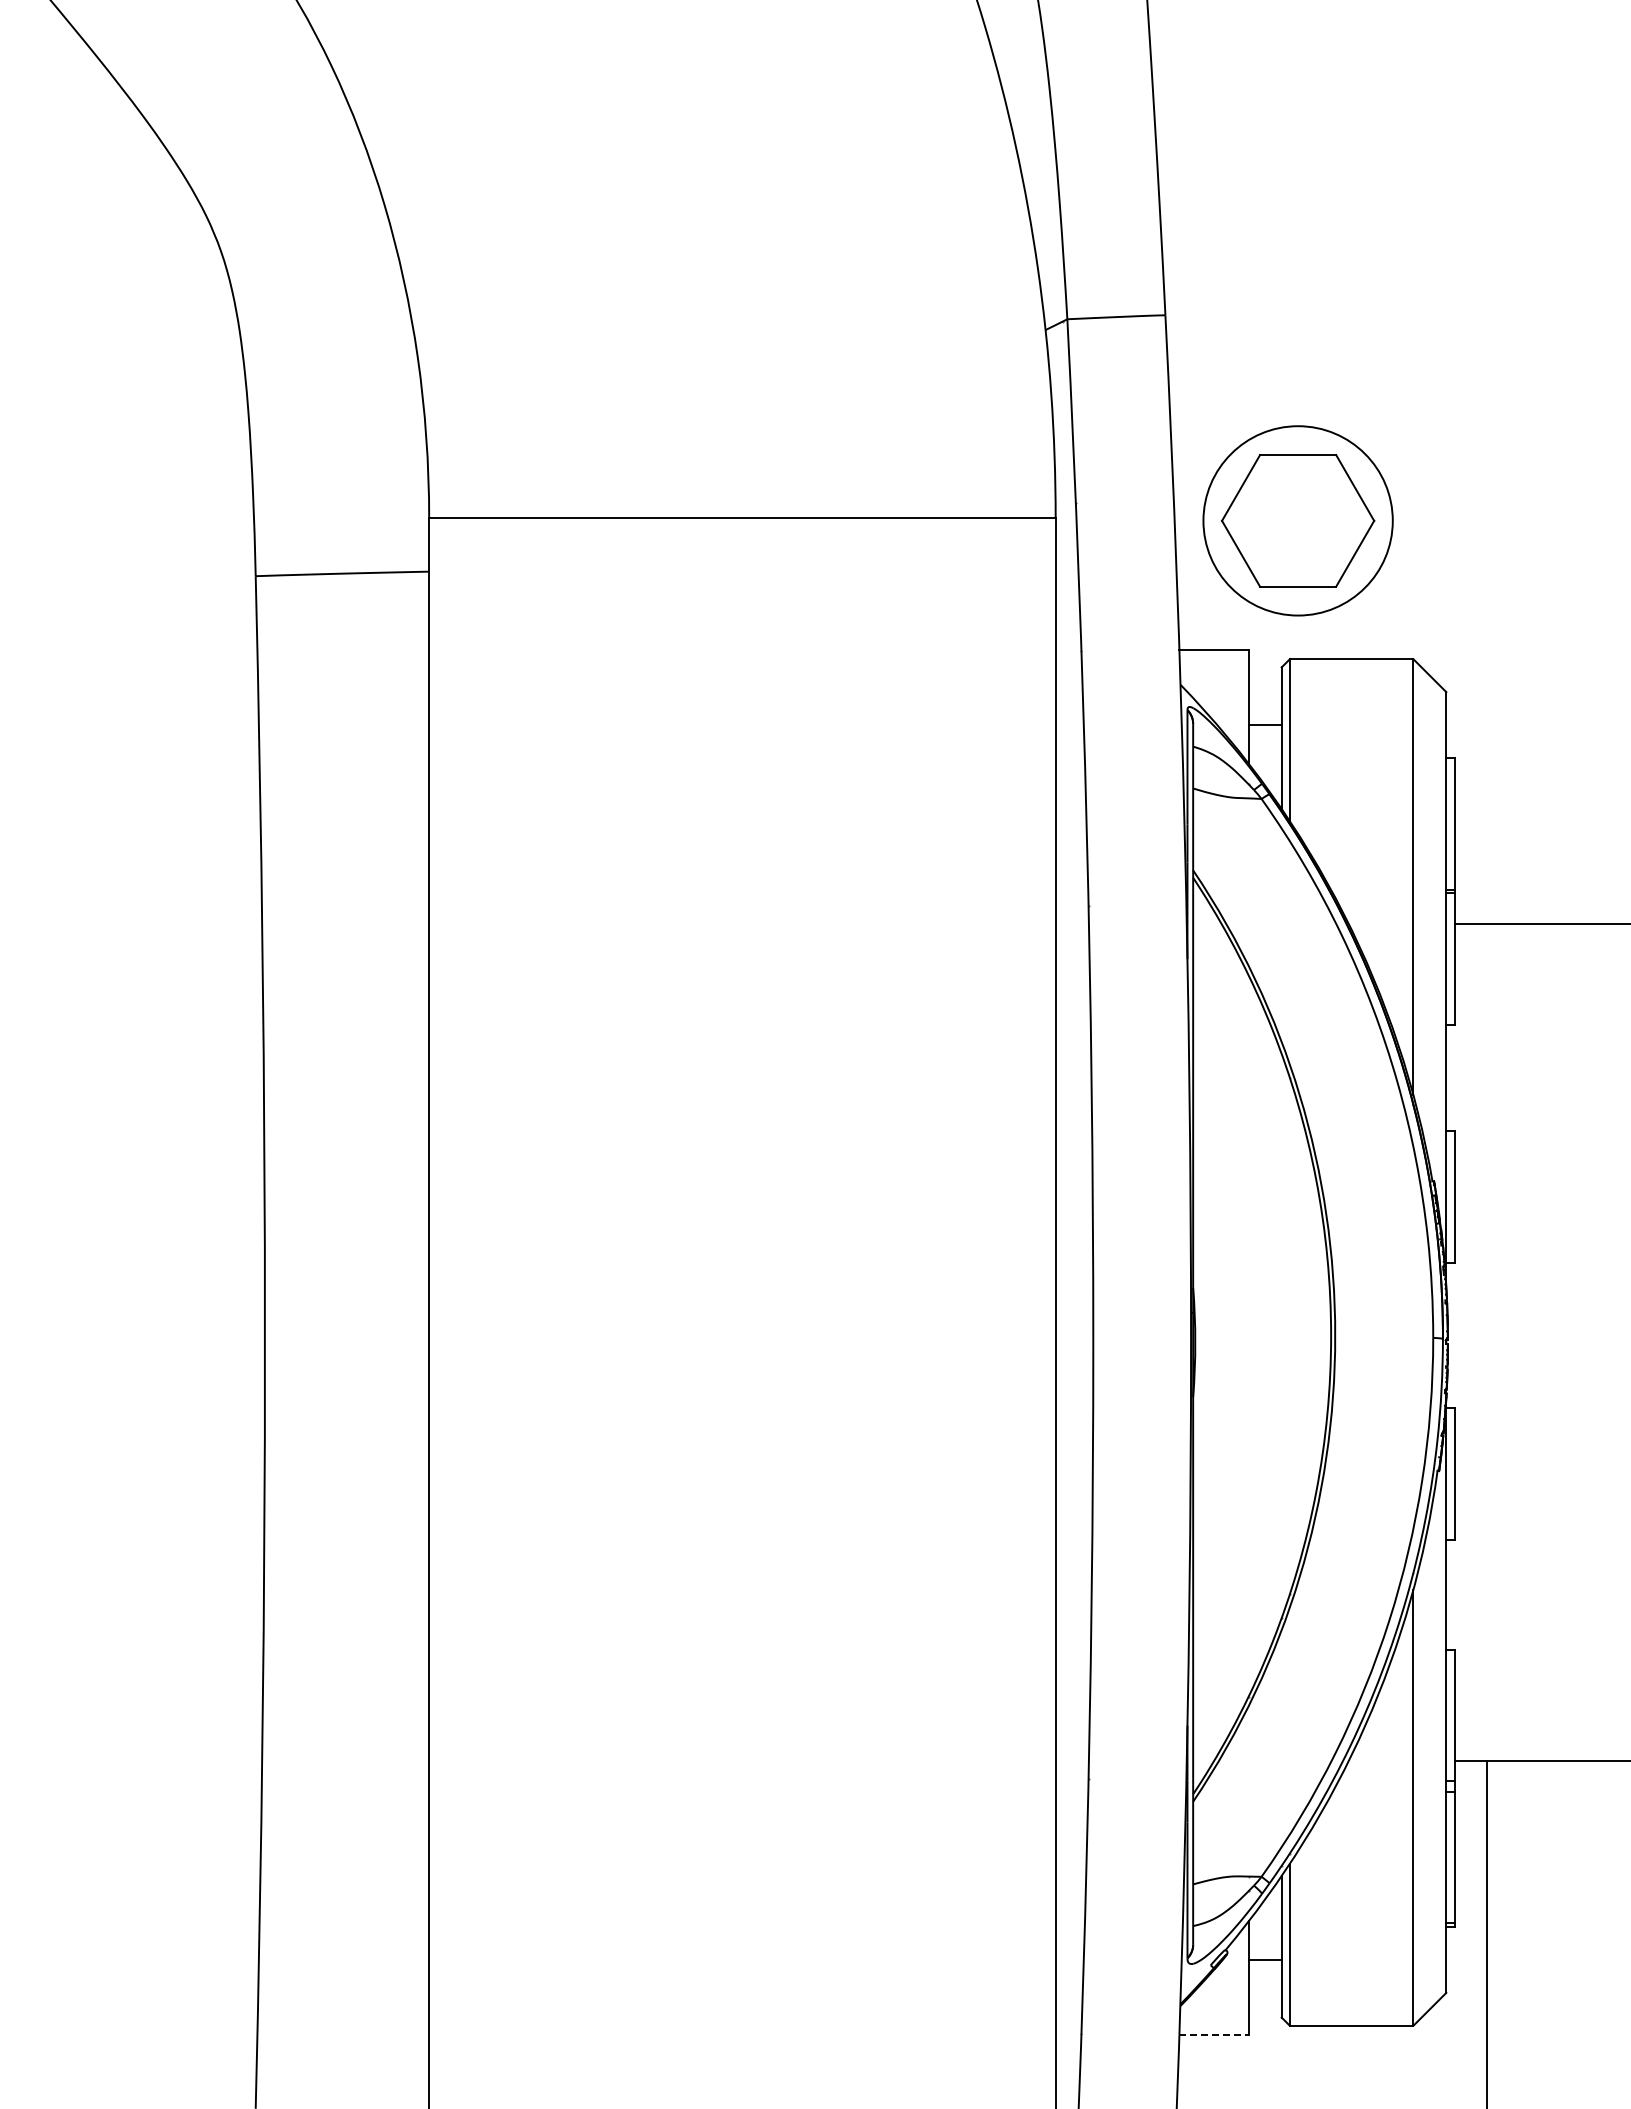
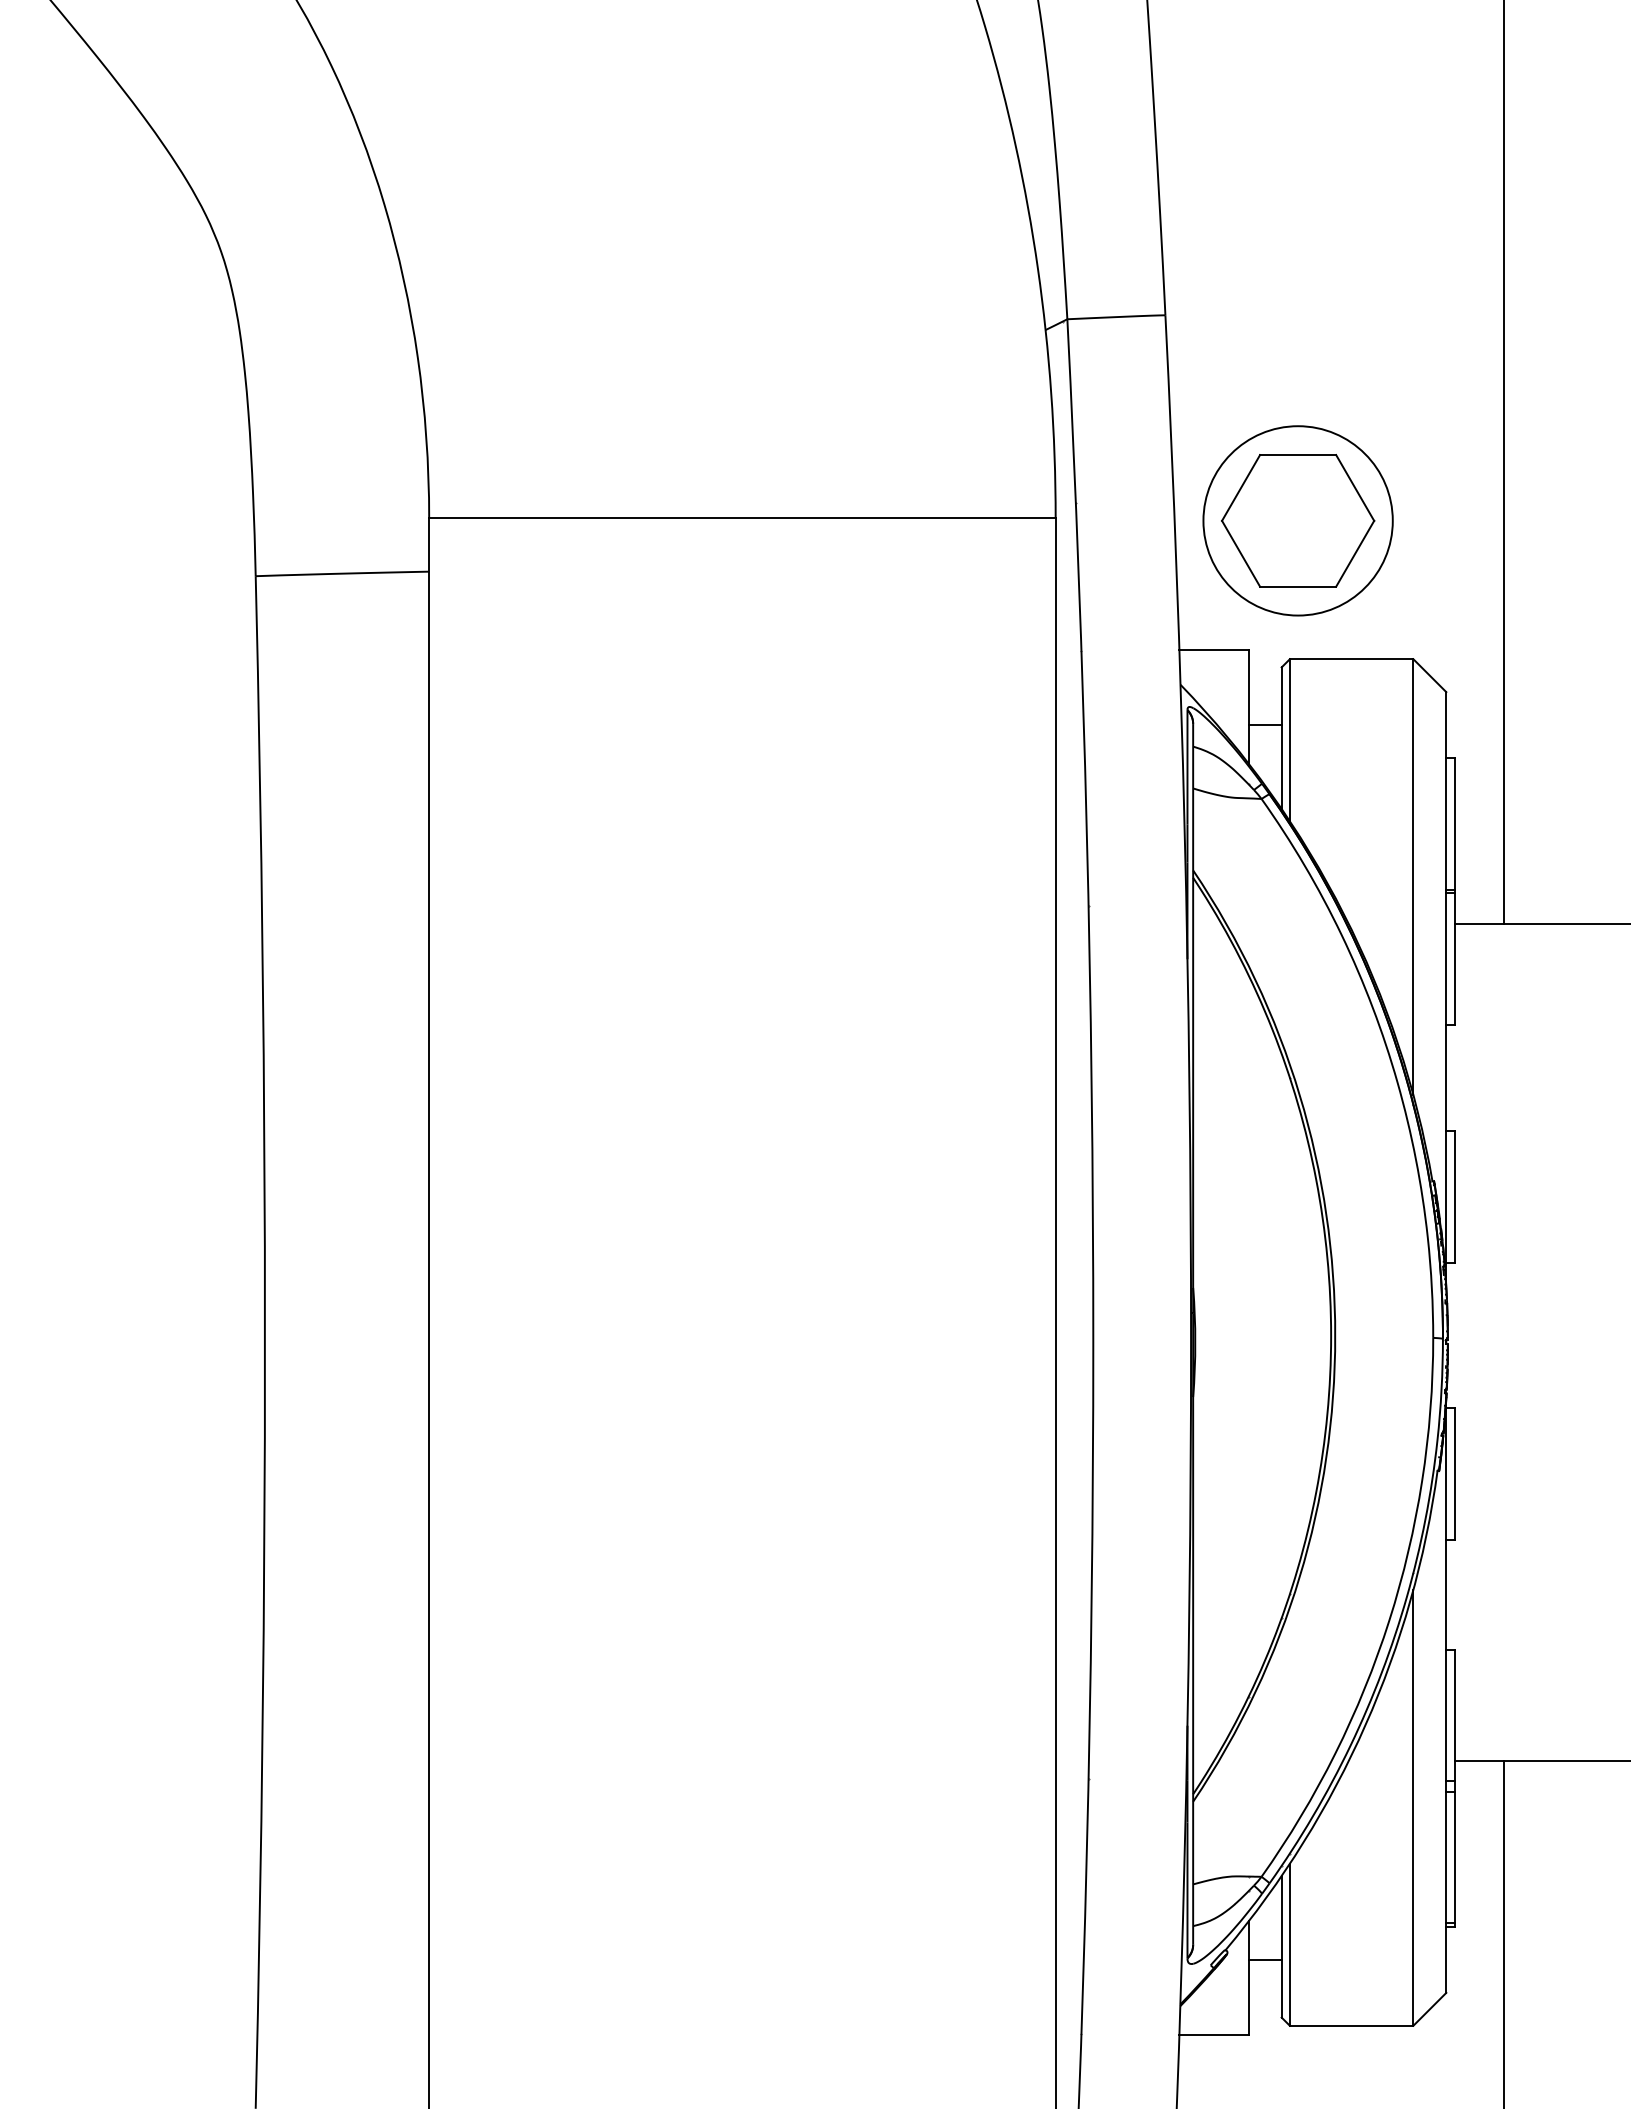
line at (1503, 463): none -> present
line at (1486, 1932) position: (1486, 1932) -> (1503, 1932)
line at (1214, 2035): dashed -> solid
